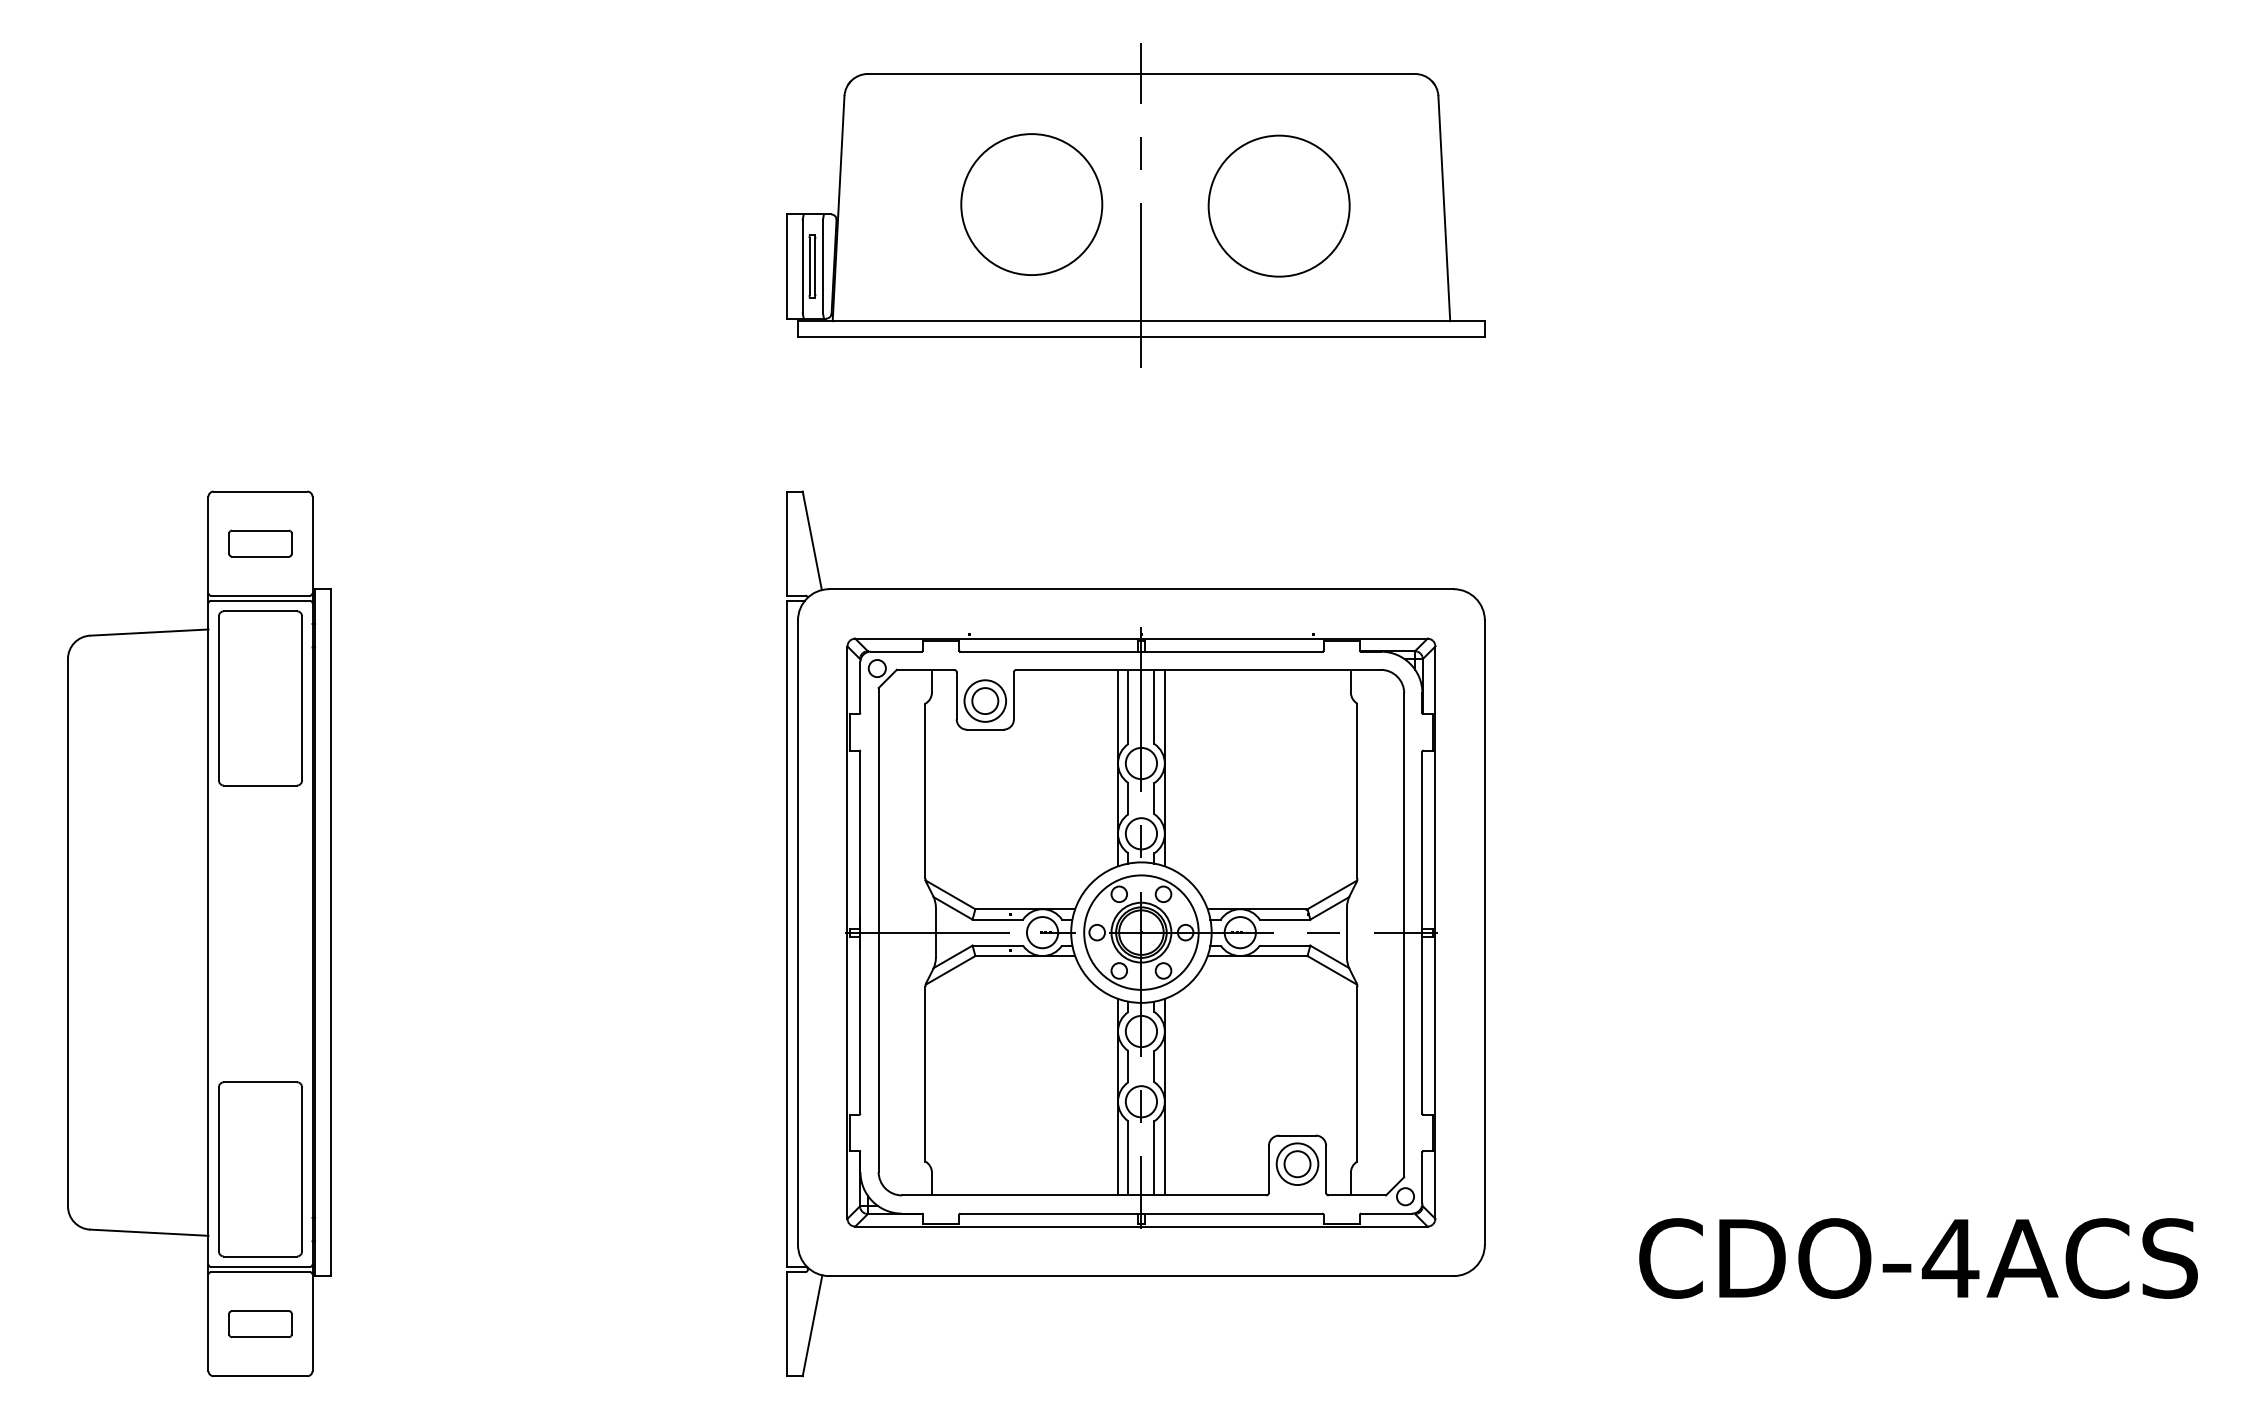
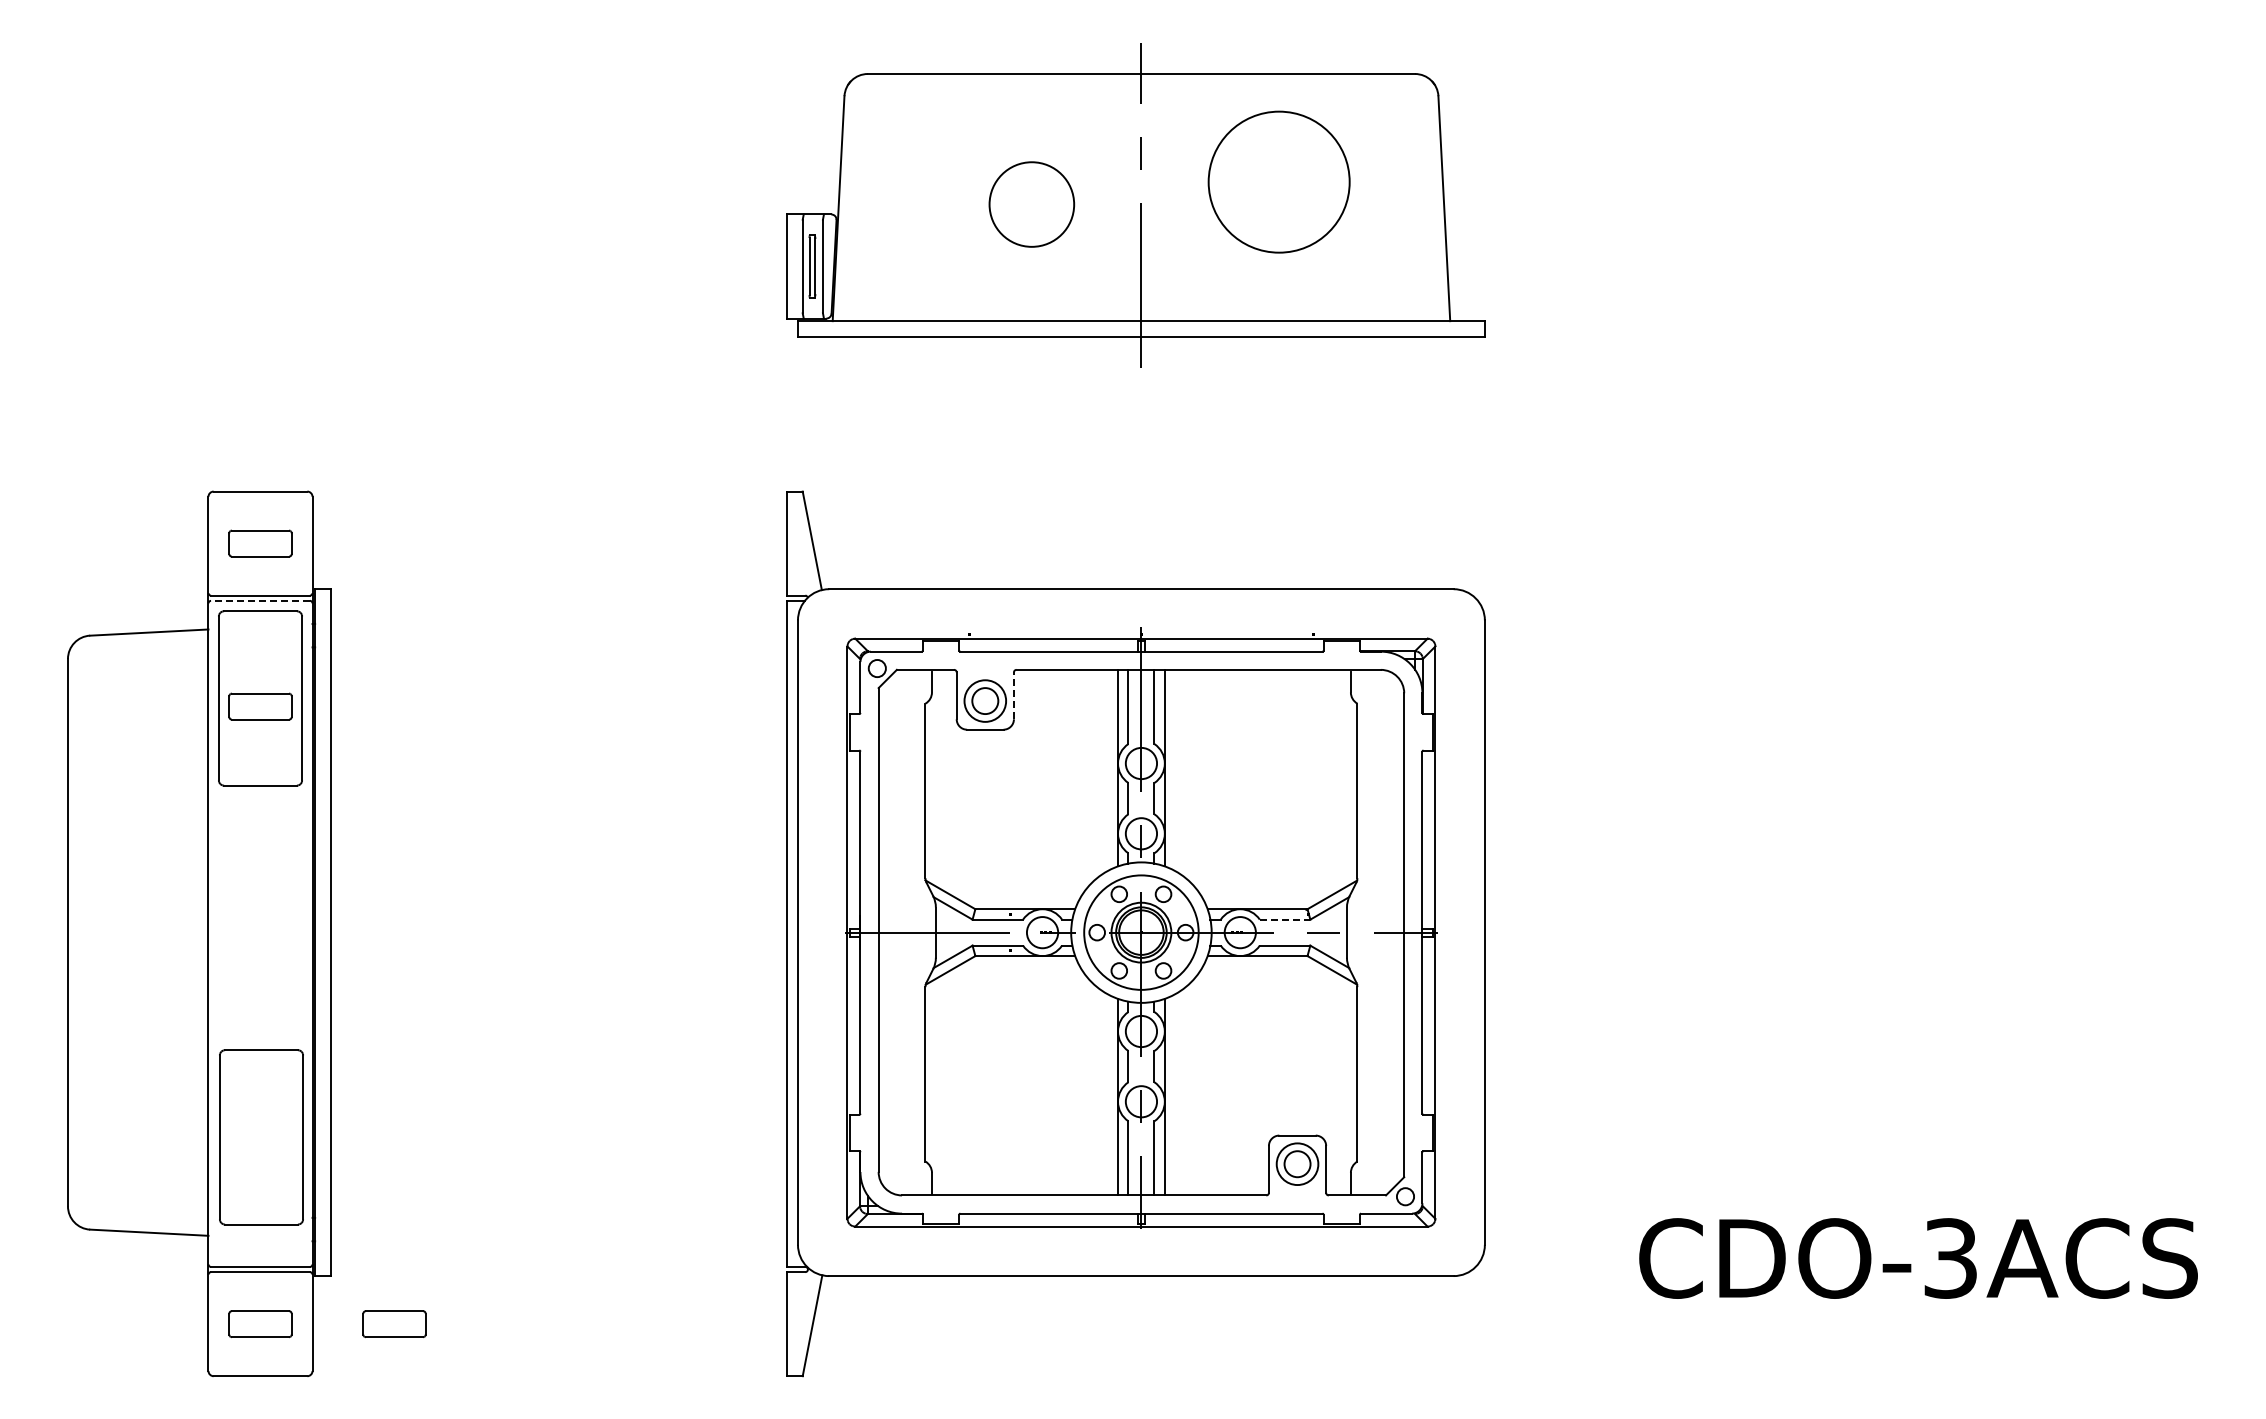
circle at (1031, 204) size: 144x143 px -> 88x87 px
circle at (1278, 205) position: (1278, 205) -> (1278, 181)
line at (260, 600): solid -> dashed
line at (1013, 695): solid -> dashed
part at (260, 706): none -> present
line at (1285, 919): solid -> dashed
part at (260, 1169) position: (260, 1169) -> (261, 1137)
text at (1950, 1258): CDO-4ACS -> CDO-3ACS
part at (394, 1323): none -> present
